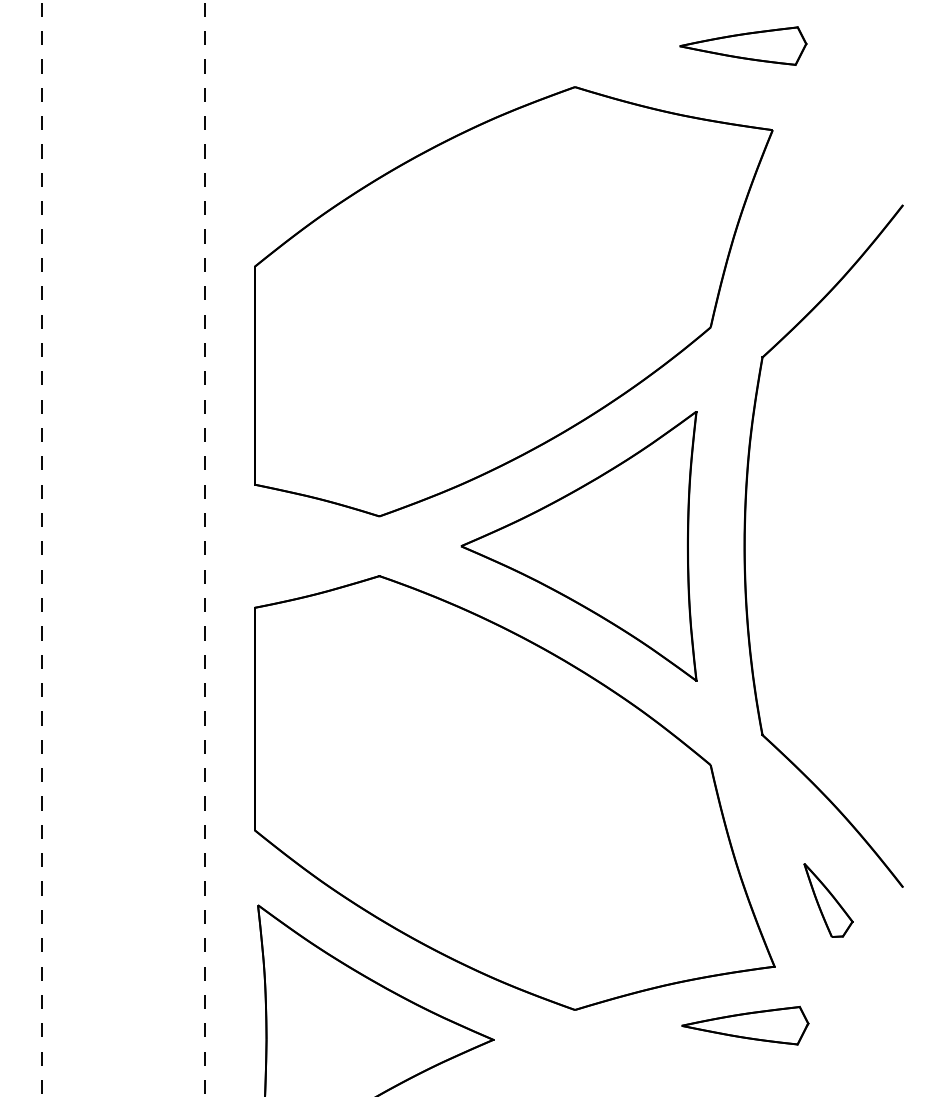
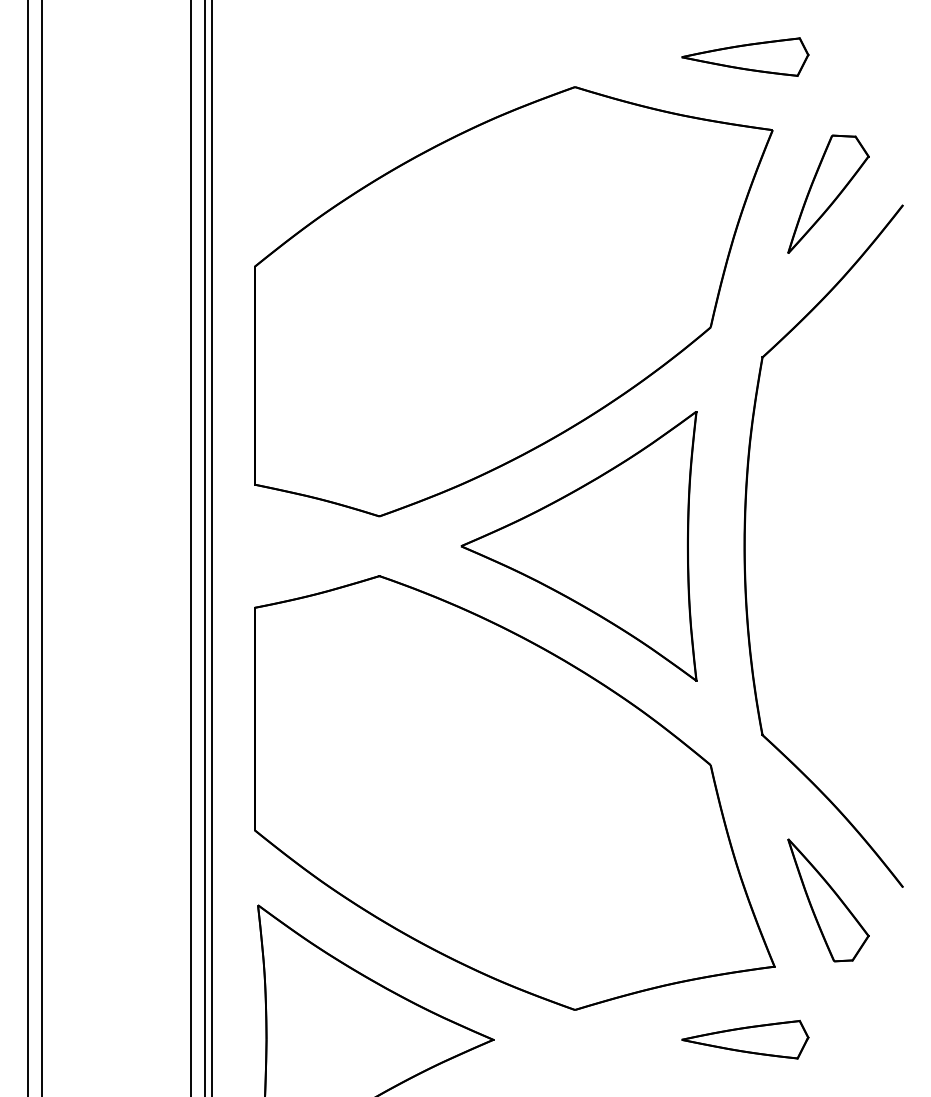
part at (743, 45) position: (743, 45) -> (745, 56)
part at (828, 193): none -> present
line at (27, 547): none -> present
line at (190, 547): none -> present
line at (211, 547): none -> present
line at (42, 548): dashed -> solid
line at (205, 548): dashed -> solid
part at (828, 900) size: 51x75 px -> 83x125 px
part at (745, 1025) position: (745, 1025) -> (745, 1039)
